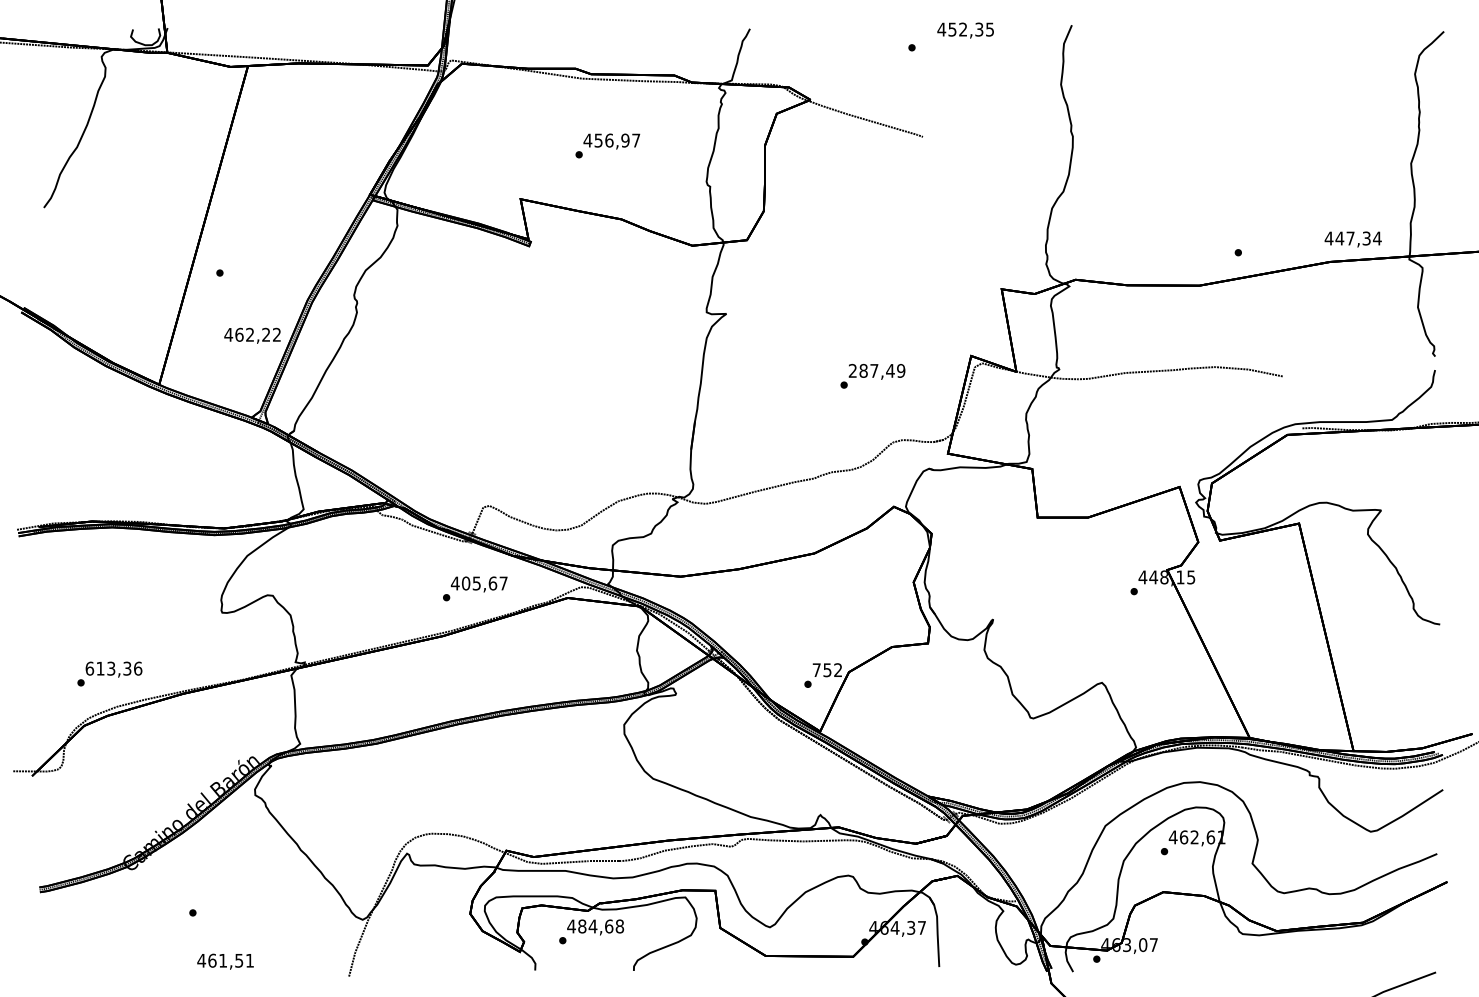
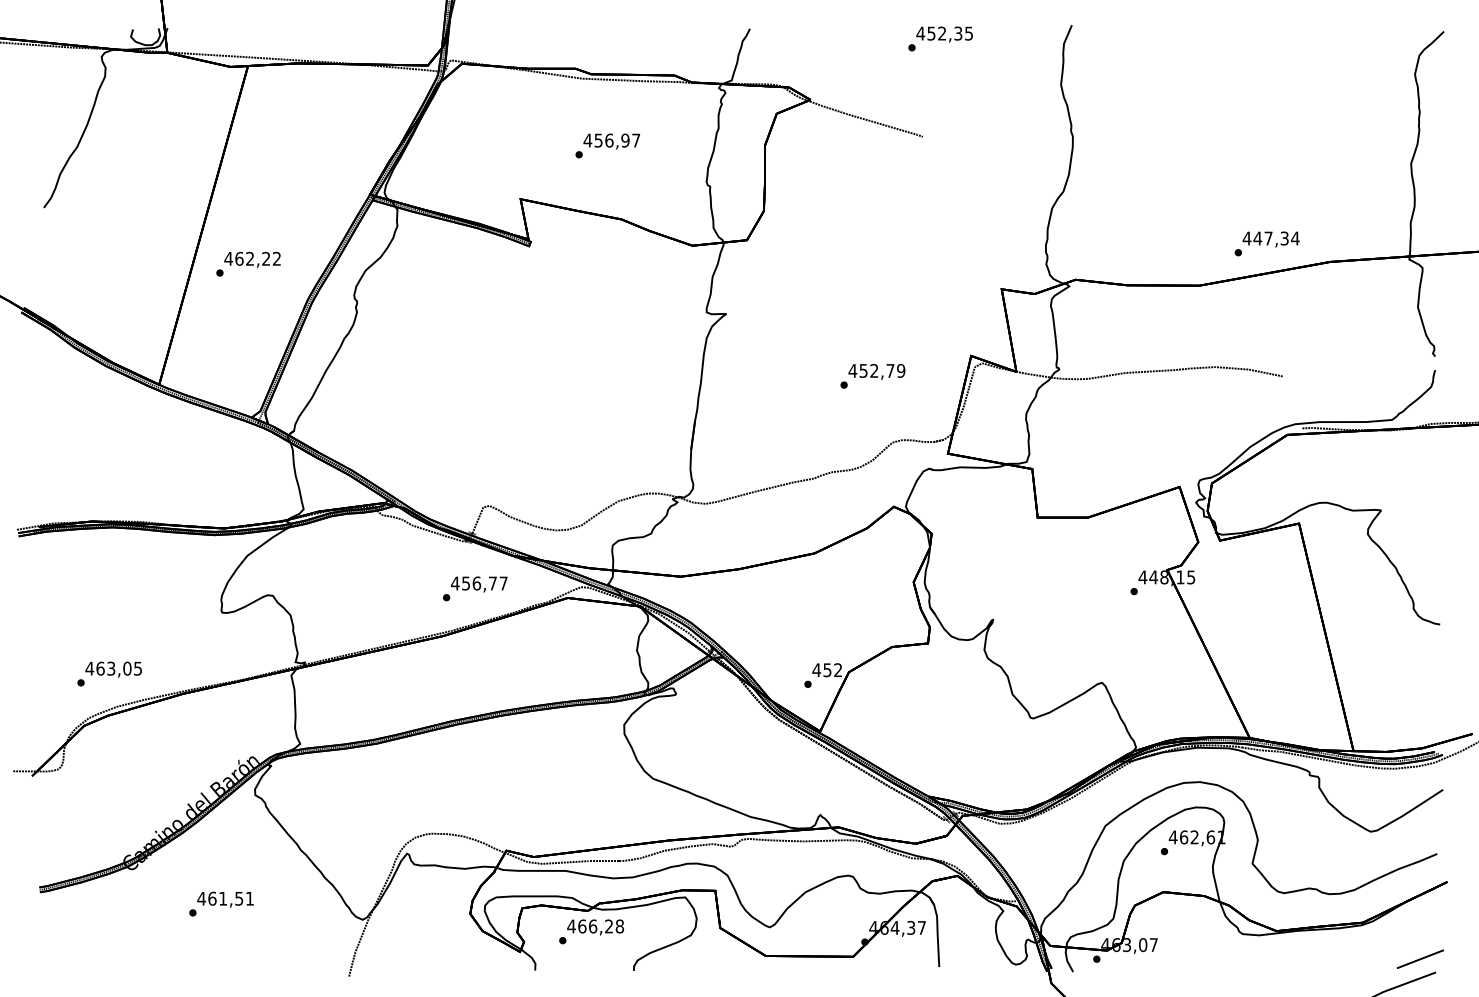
text at (965, 30) position: (965, 30) -> (944, 34)
text at (1352, 239) position: (1352, 239) -> (1270, 239)
text at (252, 335) position: (252, 335) -> (252, 259)
text at (871, 370): 287,49 -> 452,79
text at (479, 583): 405,67 -> 456,77
text at (113, 668): 613,36 -> 463,05
text at (816, 669): 752 -> 452
text at (595, 926): 484,68 -> 466,28
line at (1419, 958): none -> present
text at (225, 961) position: (225, 961) -> (225, 899)
